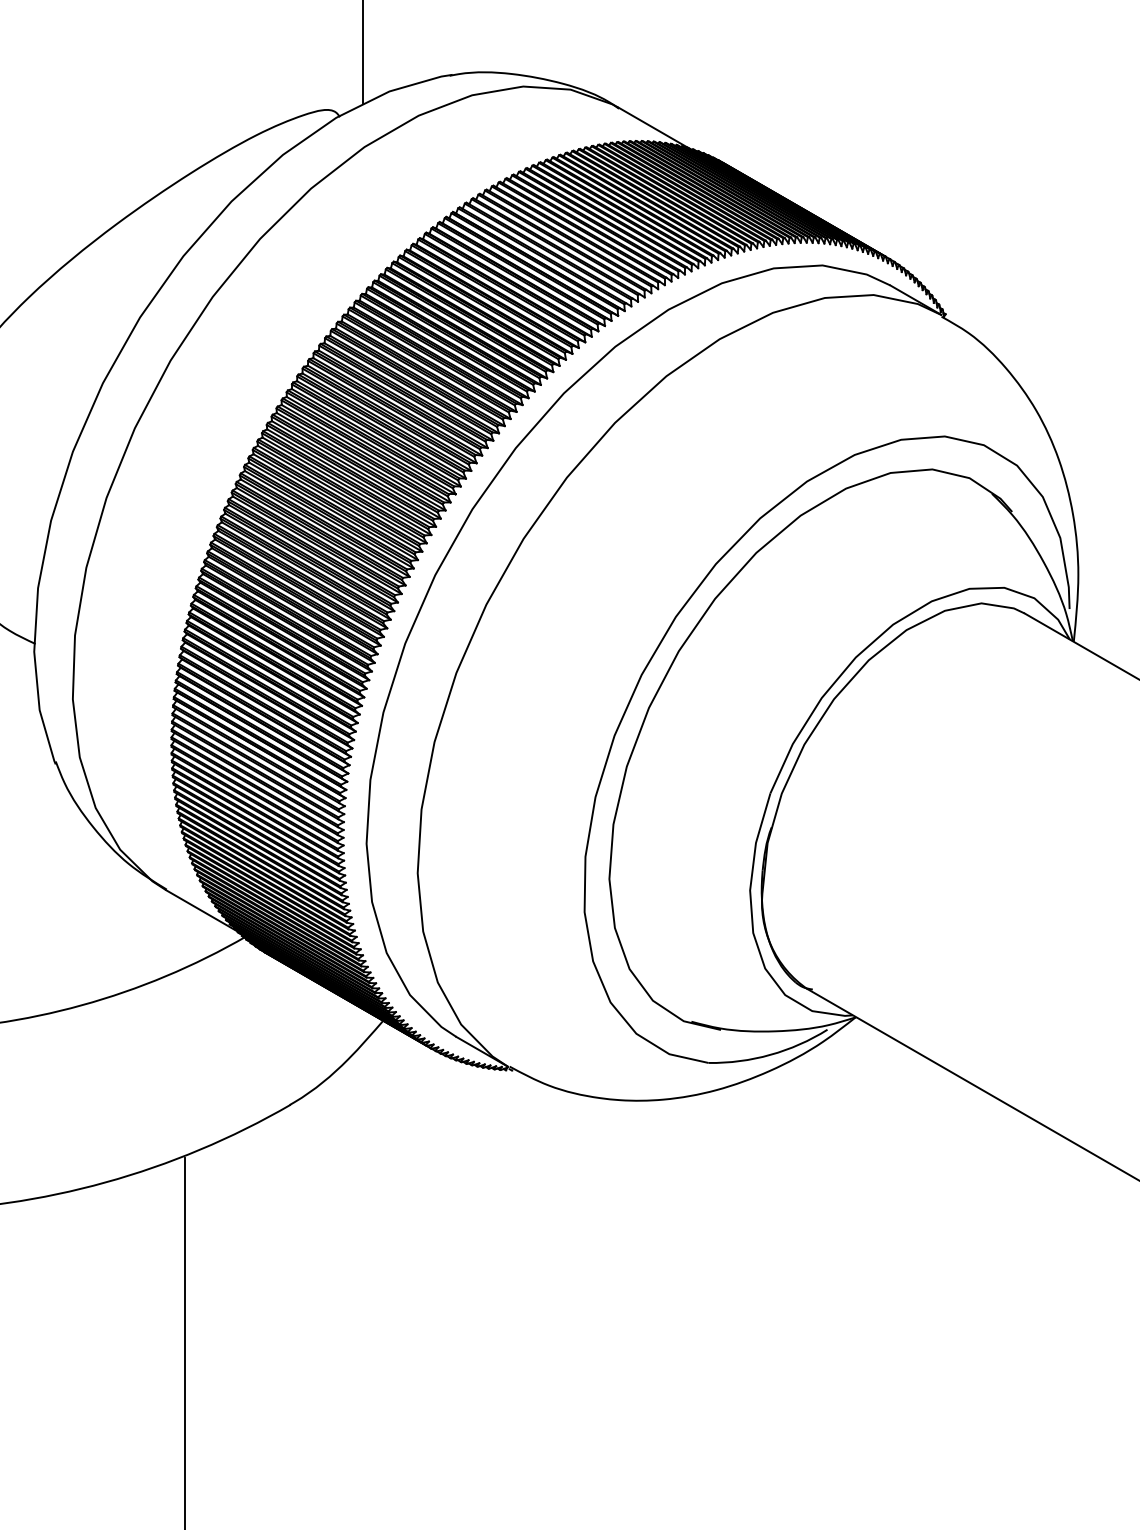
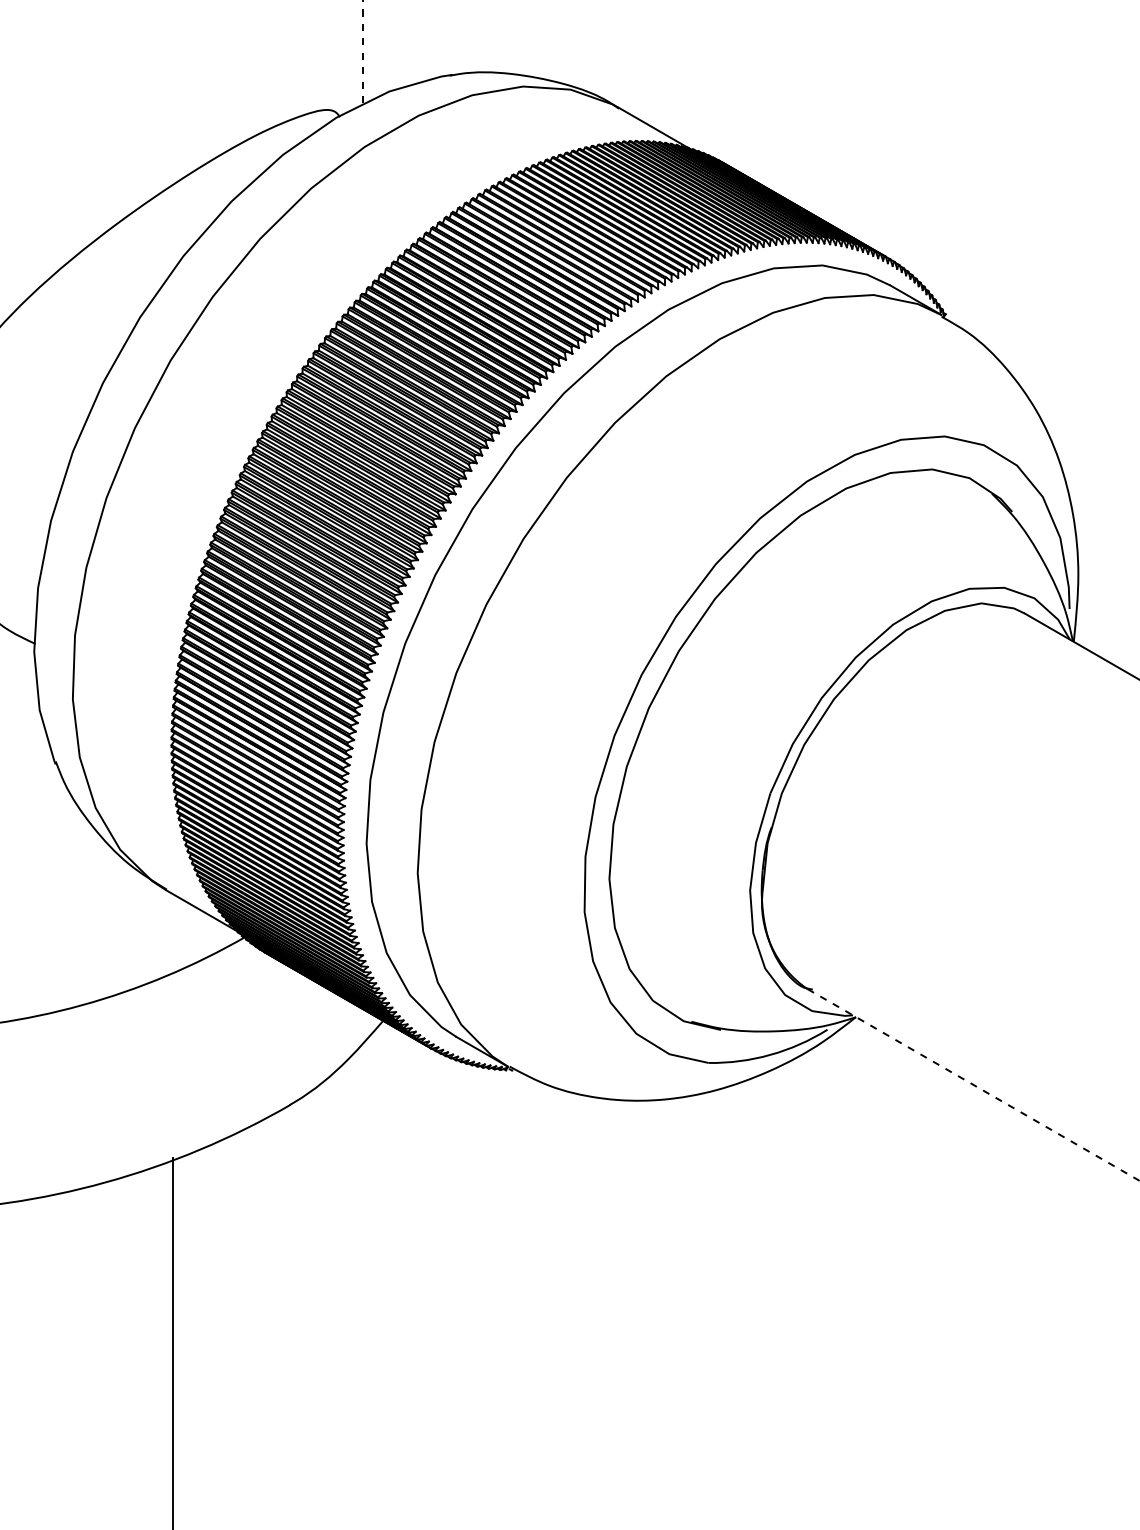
line at (362, 51): solid -> dashed
line at (973, 1085): solid -> dashed
line at (184, 1342) position: (184, 1342) -> (172, 1342)
